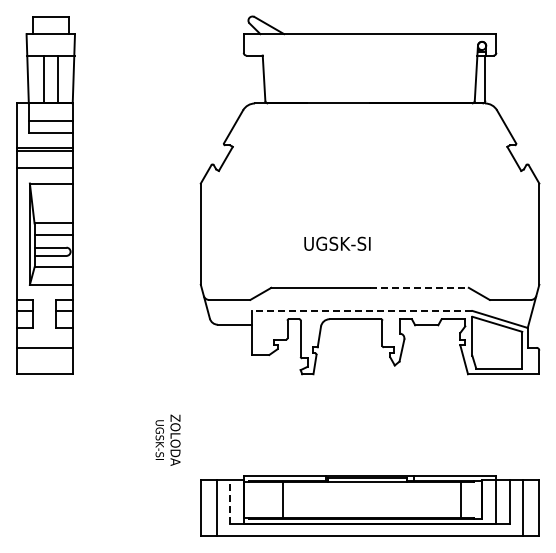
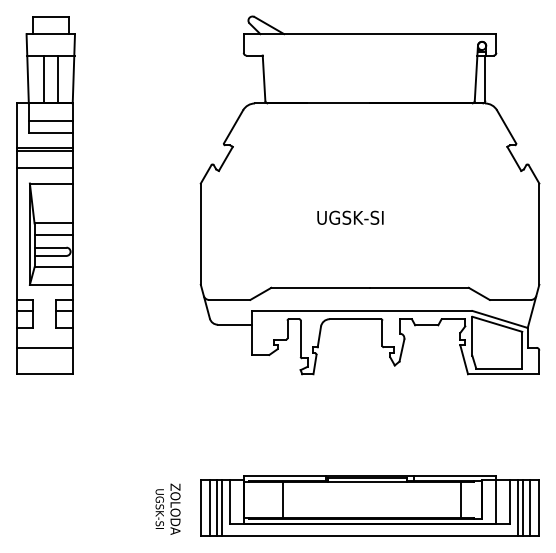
text at (337, 243) position: (337, 243) -> (350, 217)
line at (419, 287): dashed -> solid
line at (361, 310): dashed -> solid
text at (167, 439) position: (167, 439) -> (167, 508)
line at (230, 501): dashed -> solid
line at (210, 508): none -> present
line at (221, 508): none -> present
line at (518, 508): none -> present
line at (529, 508): none -> present
